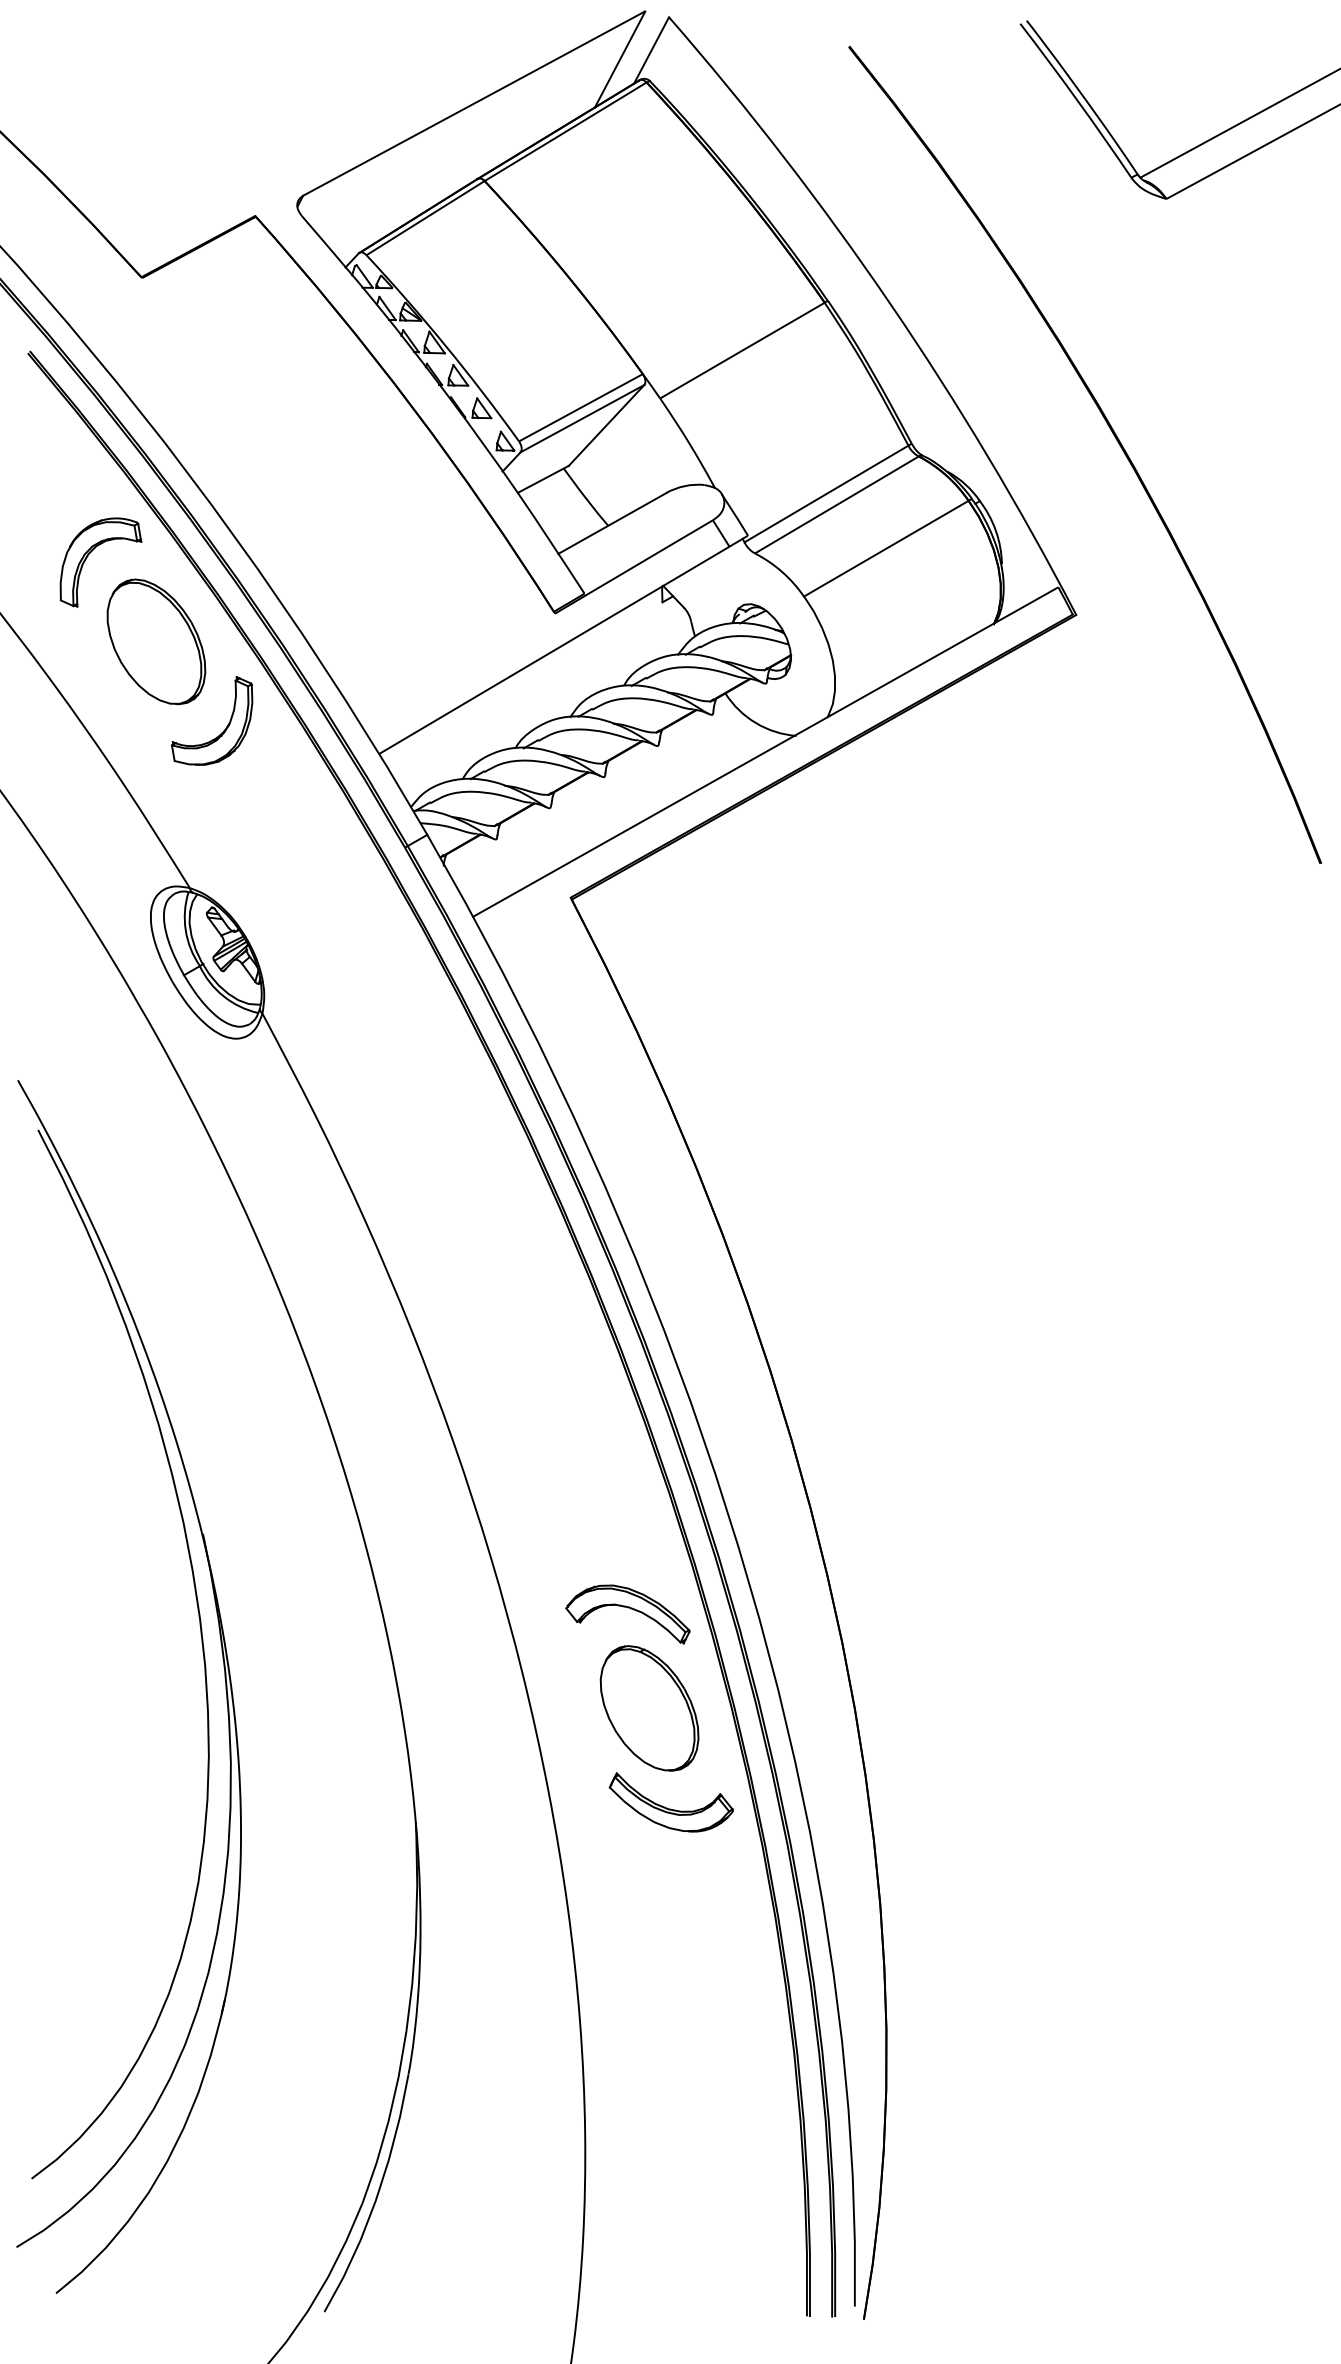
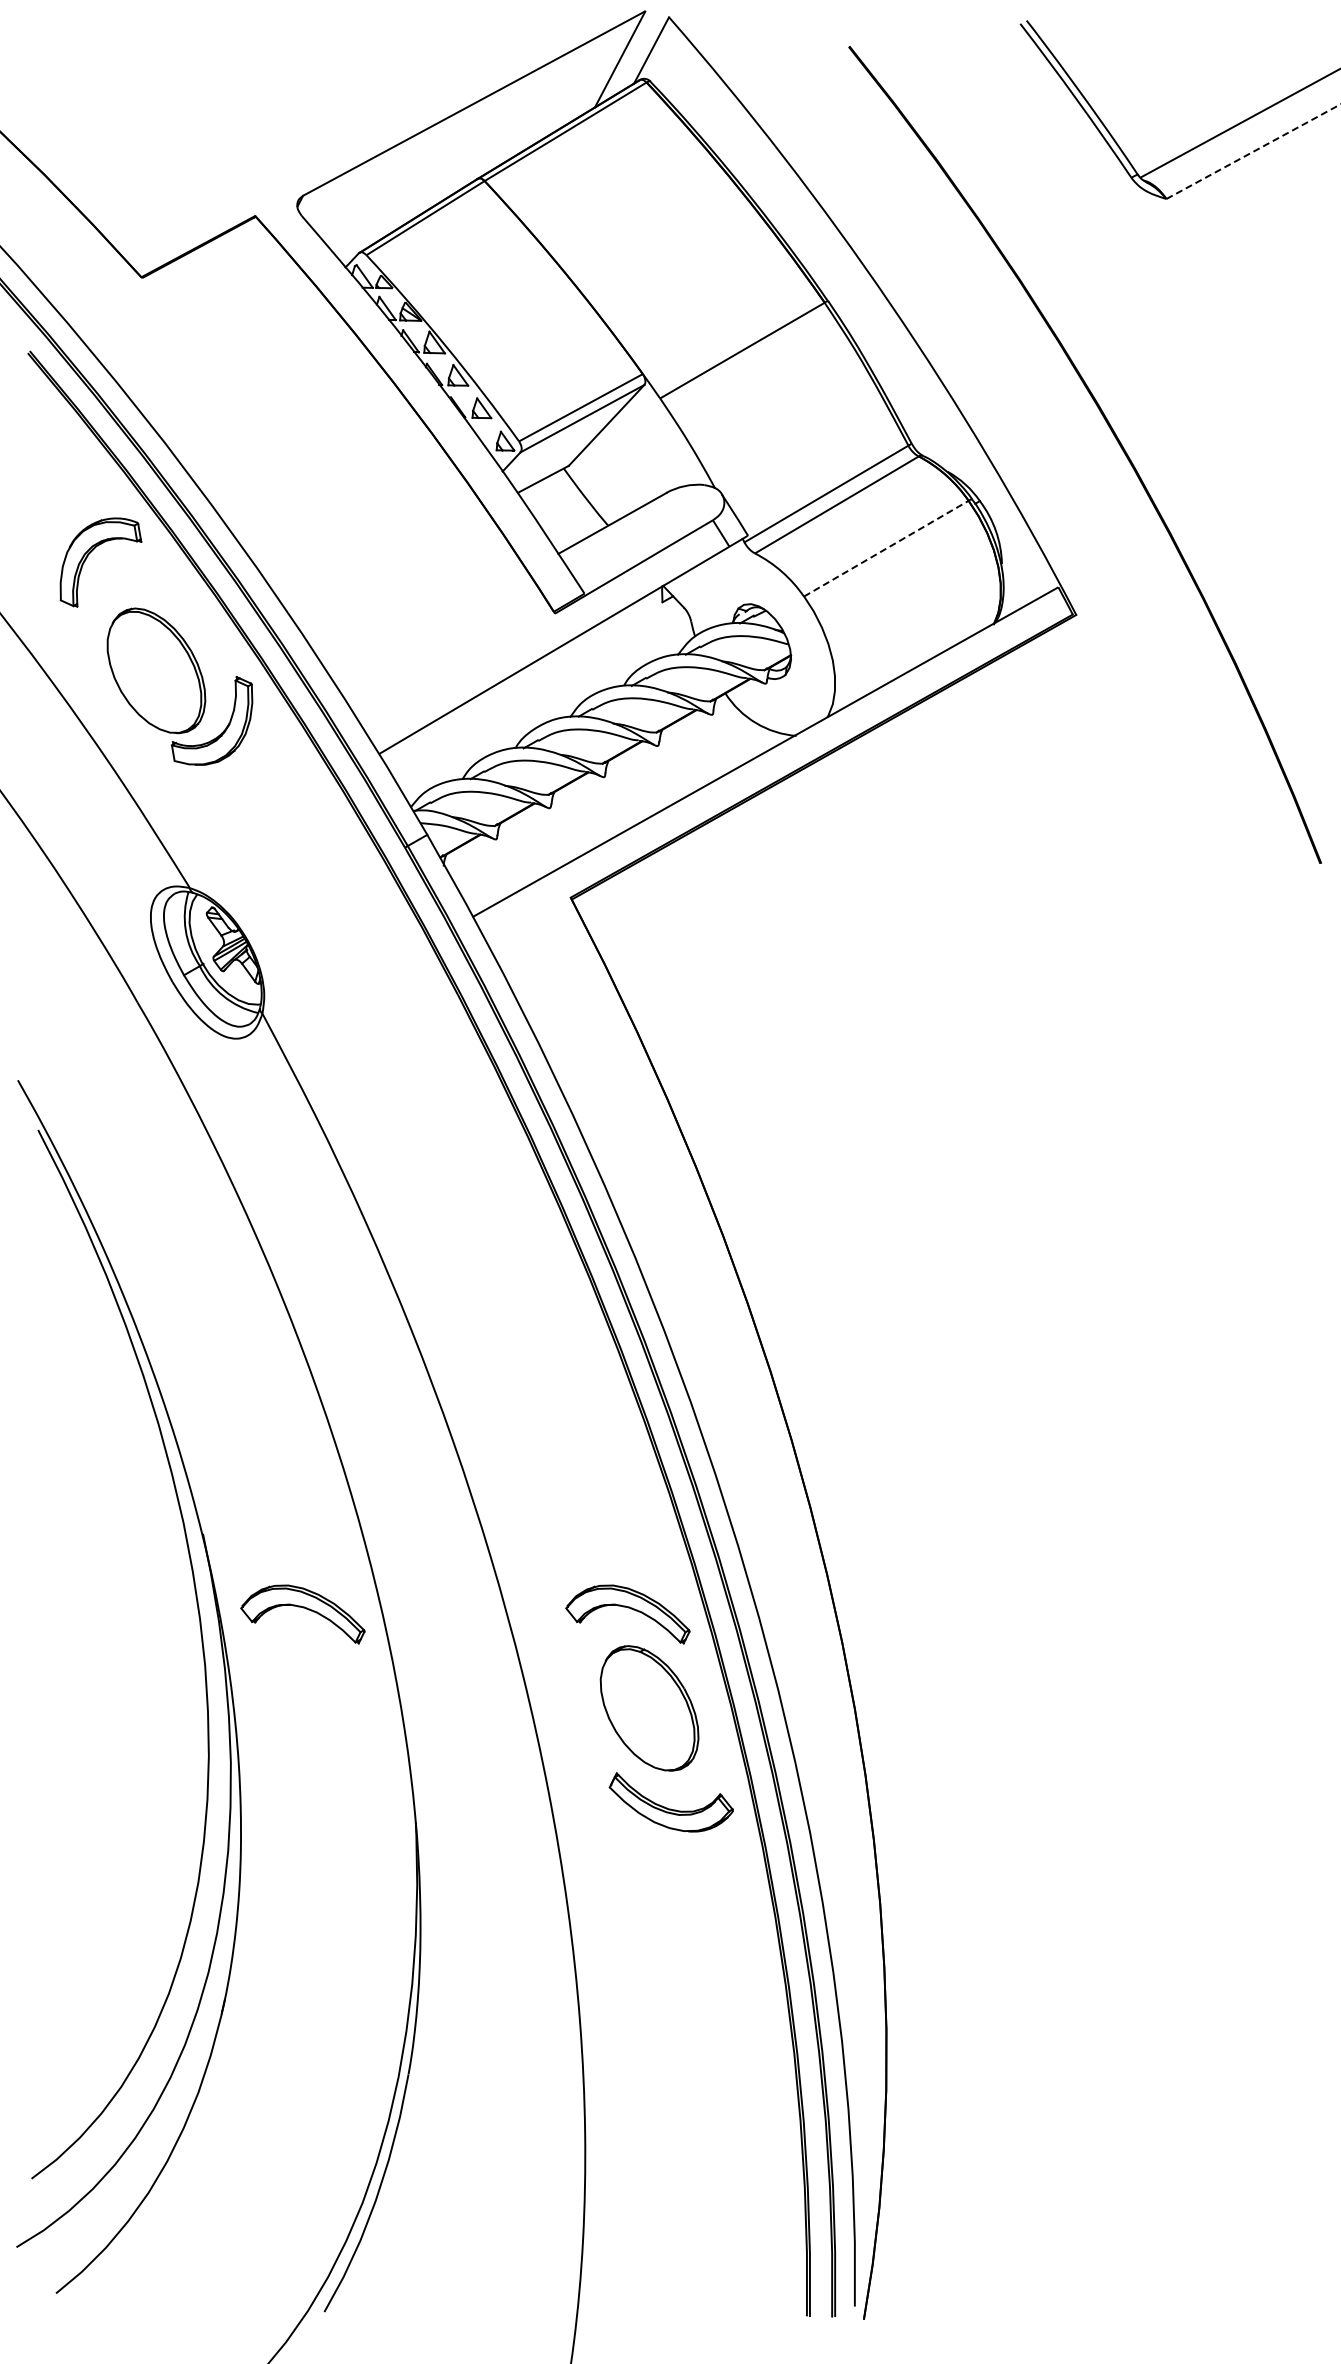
line at (1253, 151): solid -> dashed
line at (886, 548): solid -> dashed
part at (156, 641) position: (156, 641) -> (156, 670)
part at (303, 1608): none -> present
